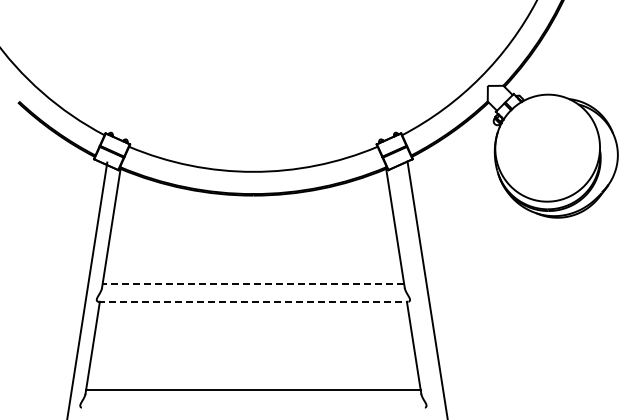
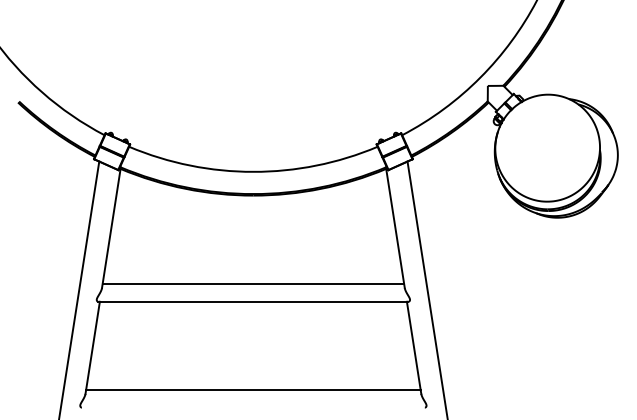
line at (253, 284): dashed -> solid
line at (87, 289) position: (87, 289) -> (79, 288)
line at (253, 301): dashed -> solid
